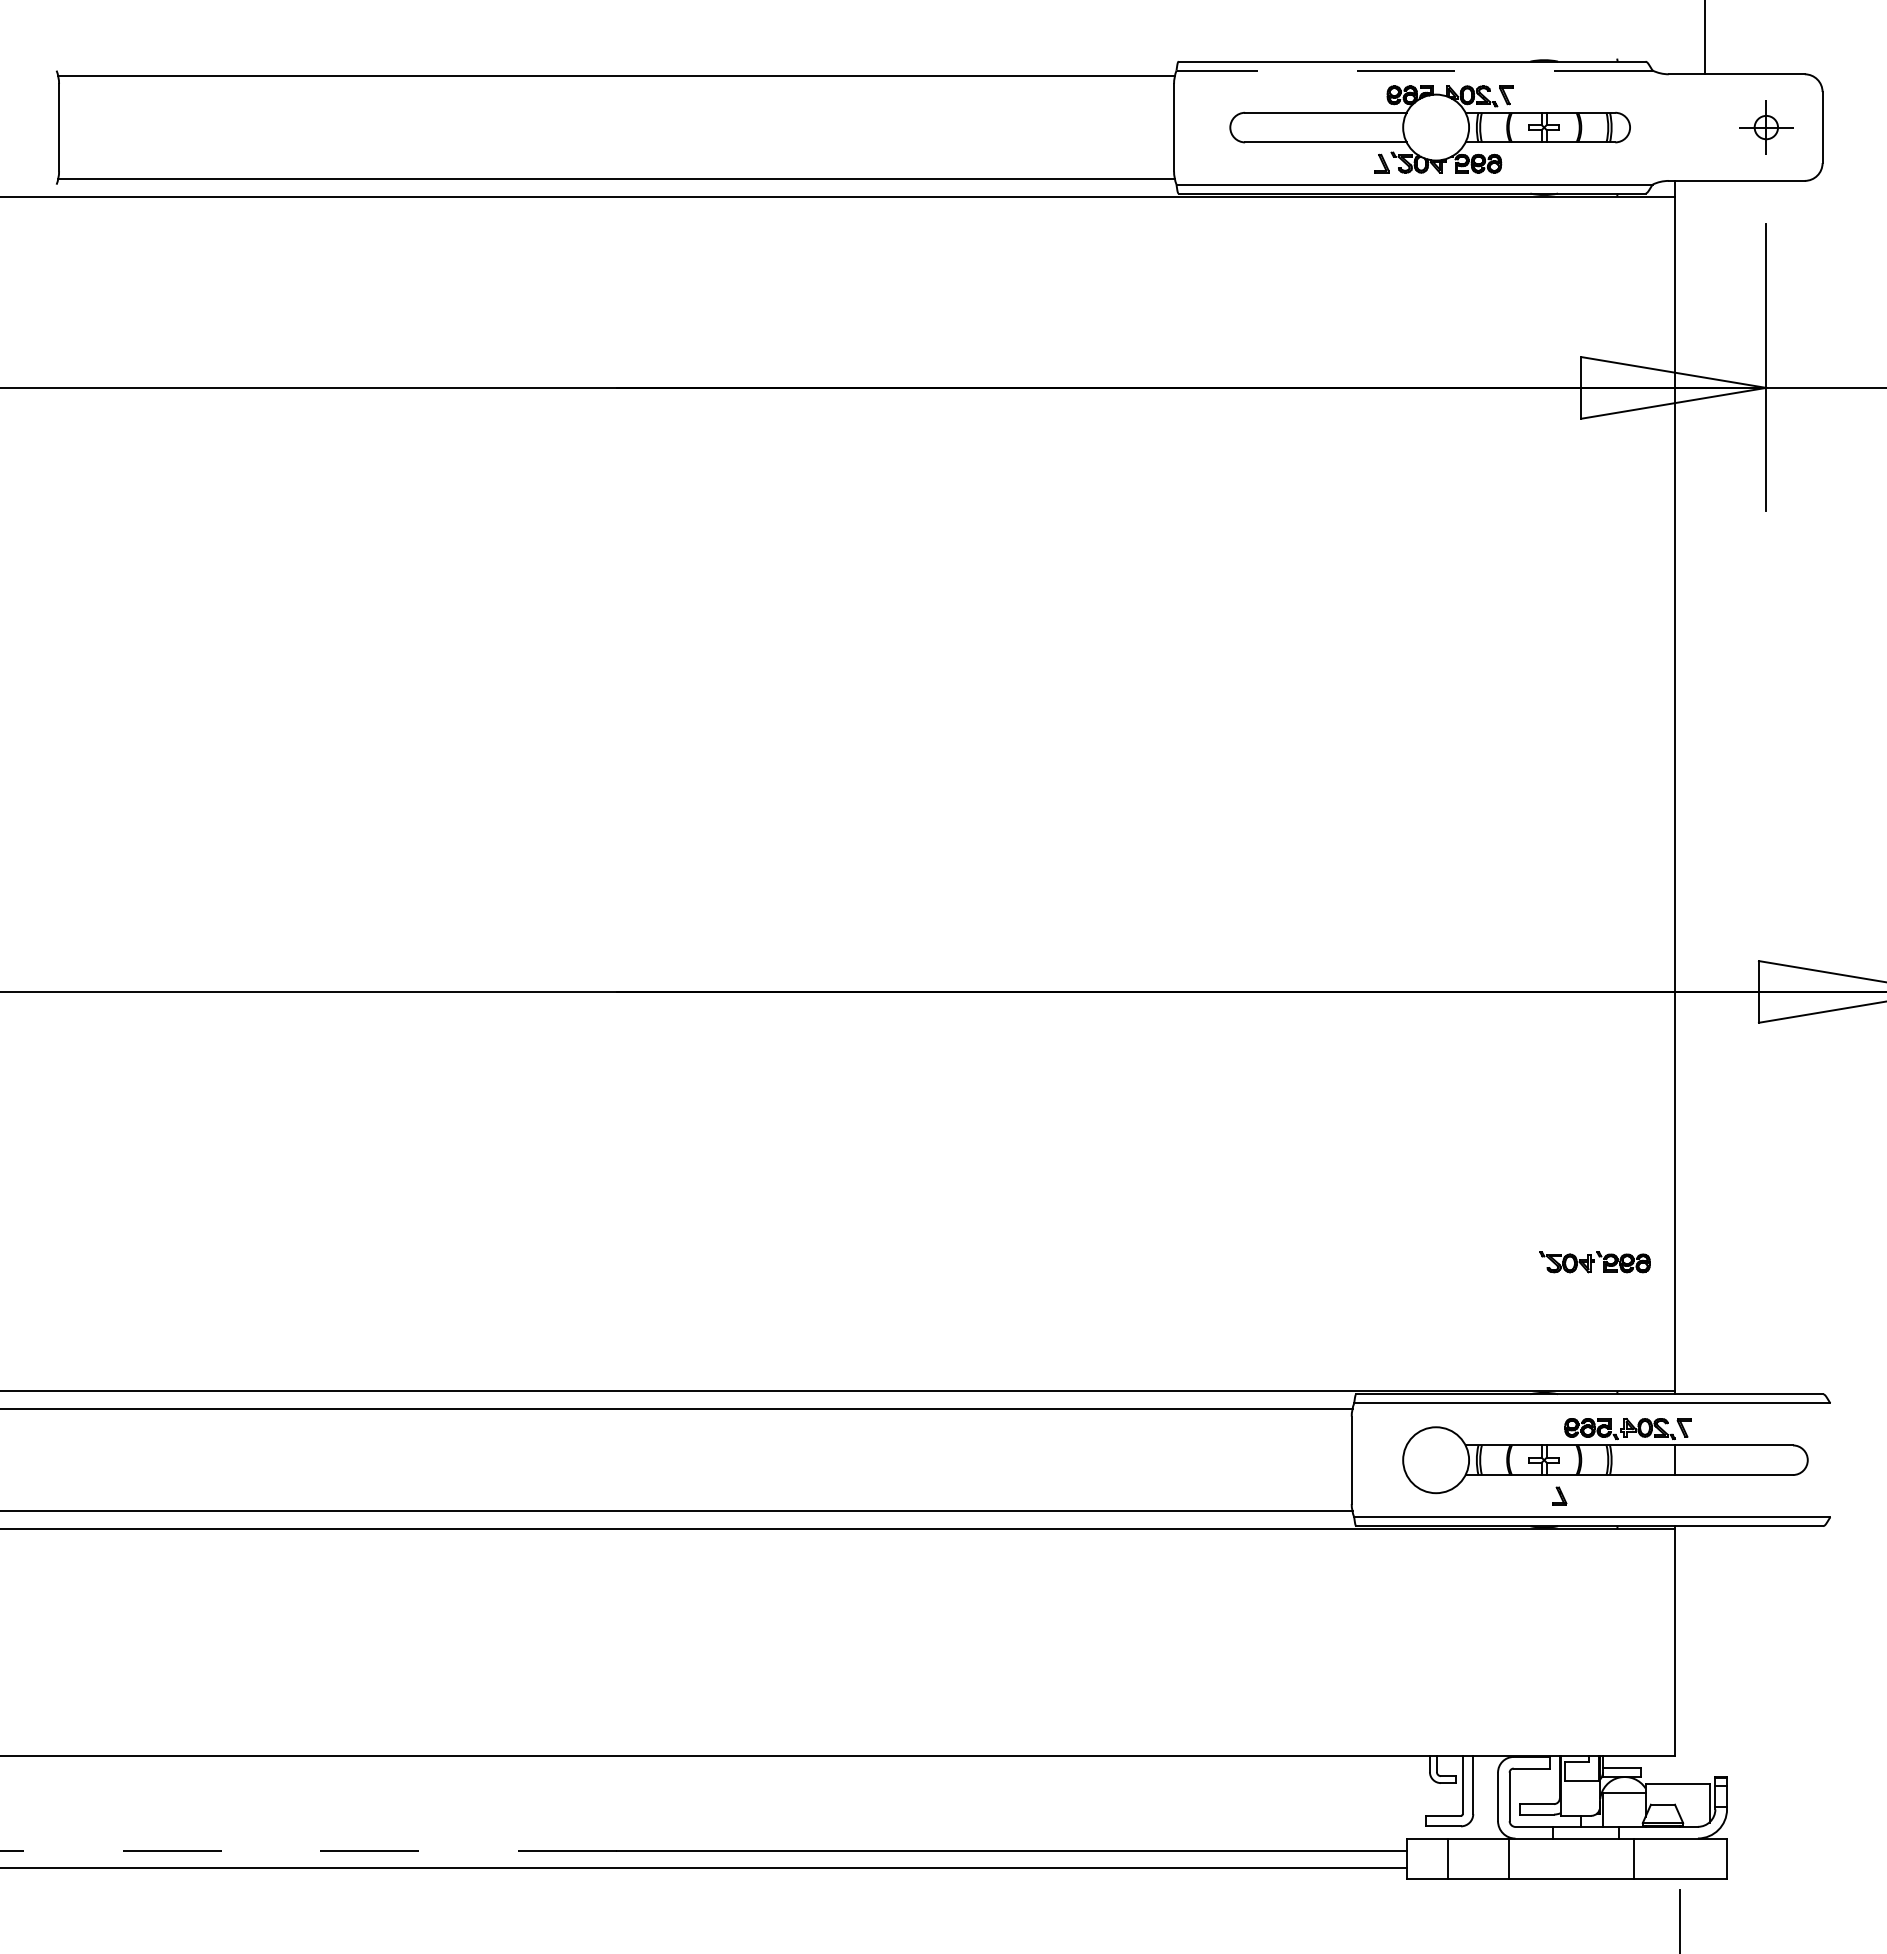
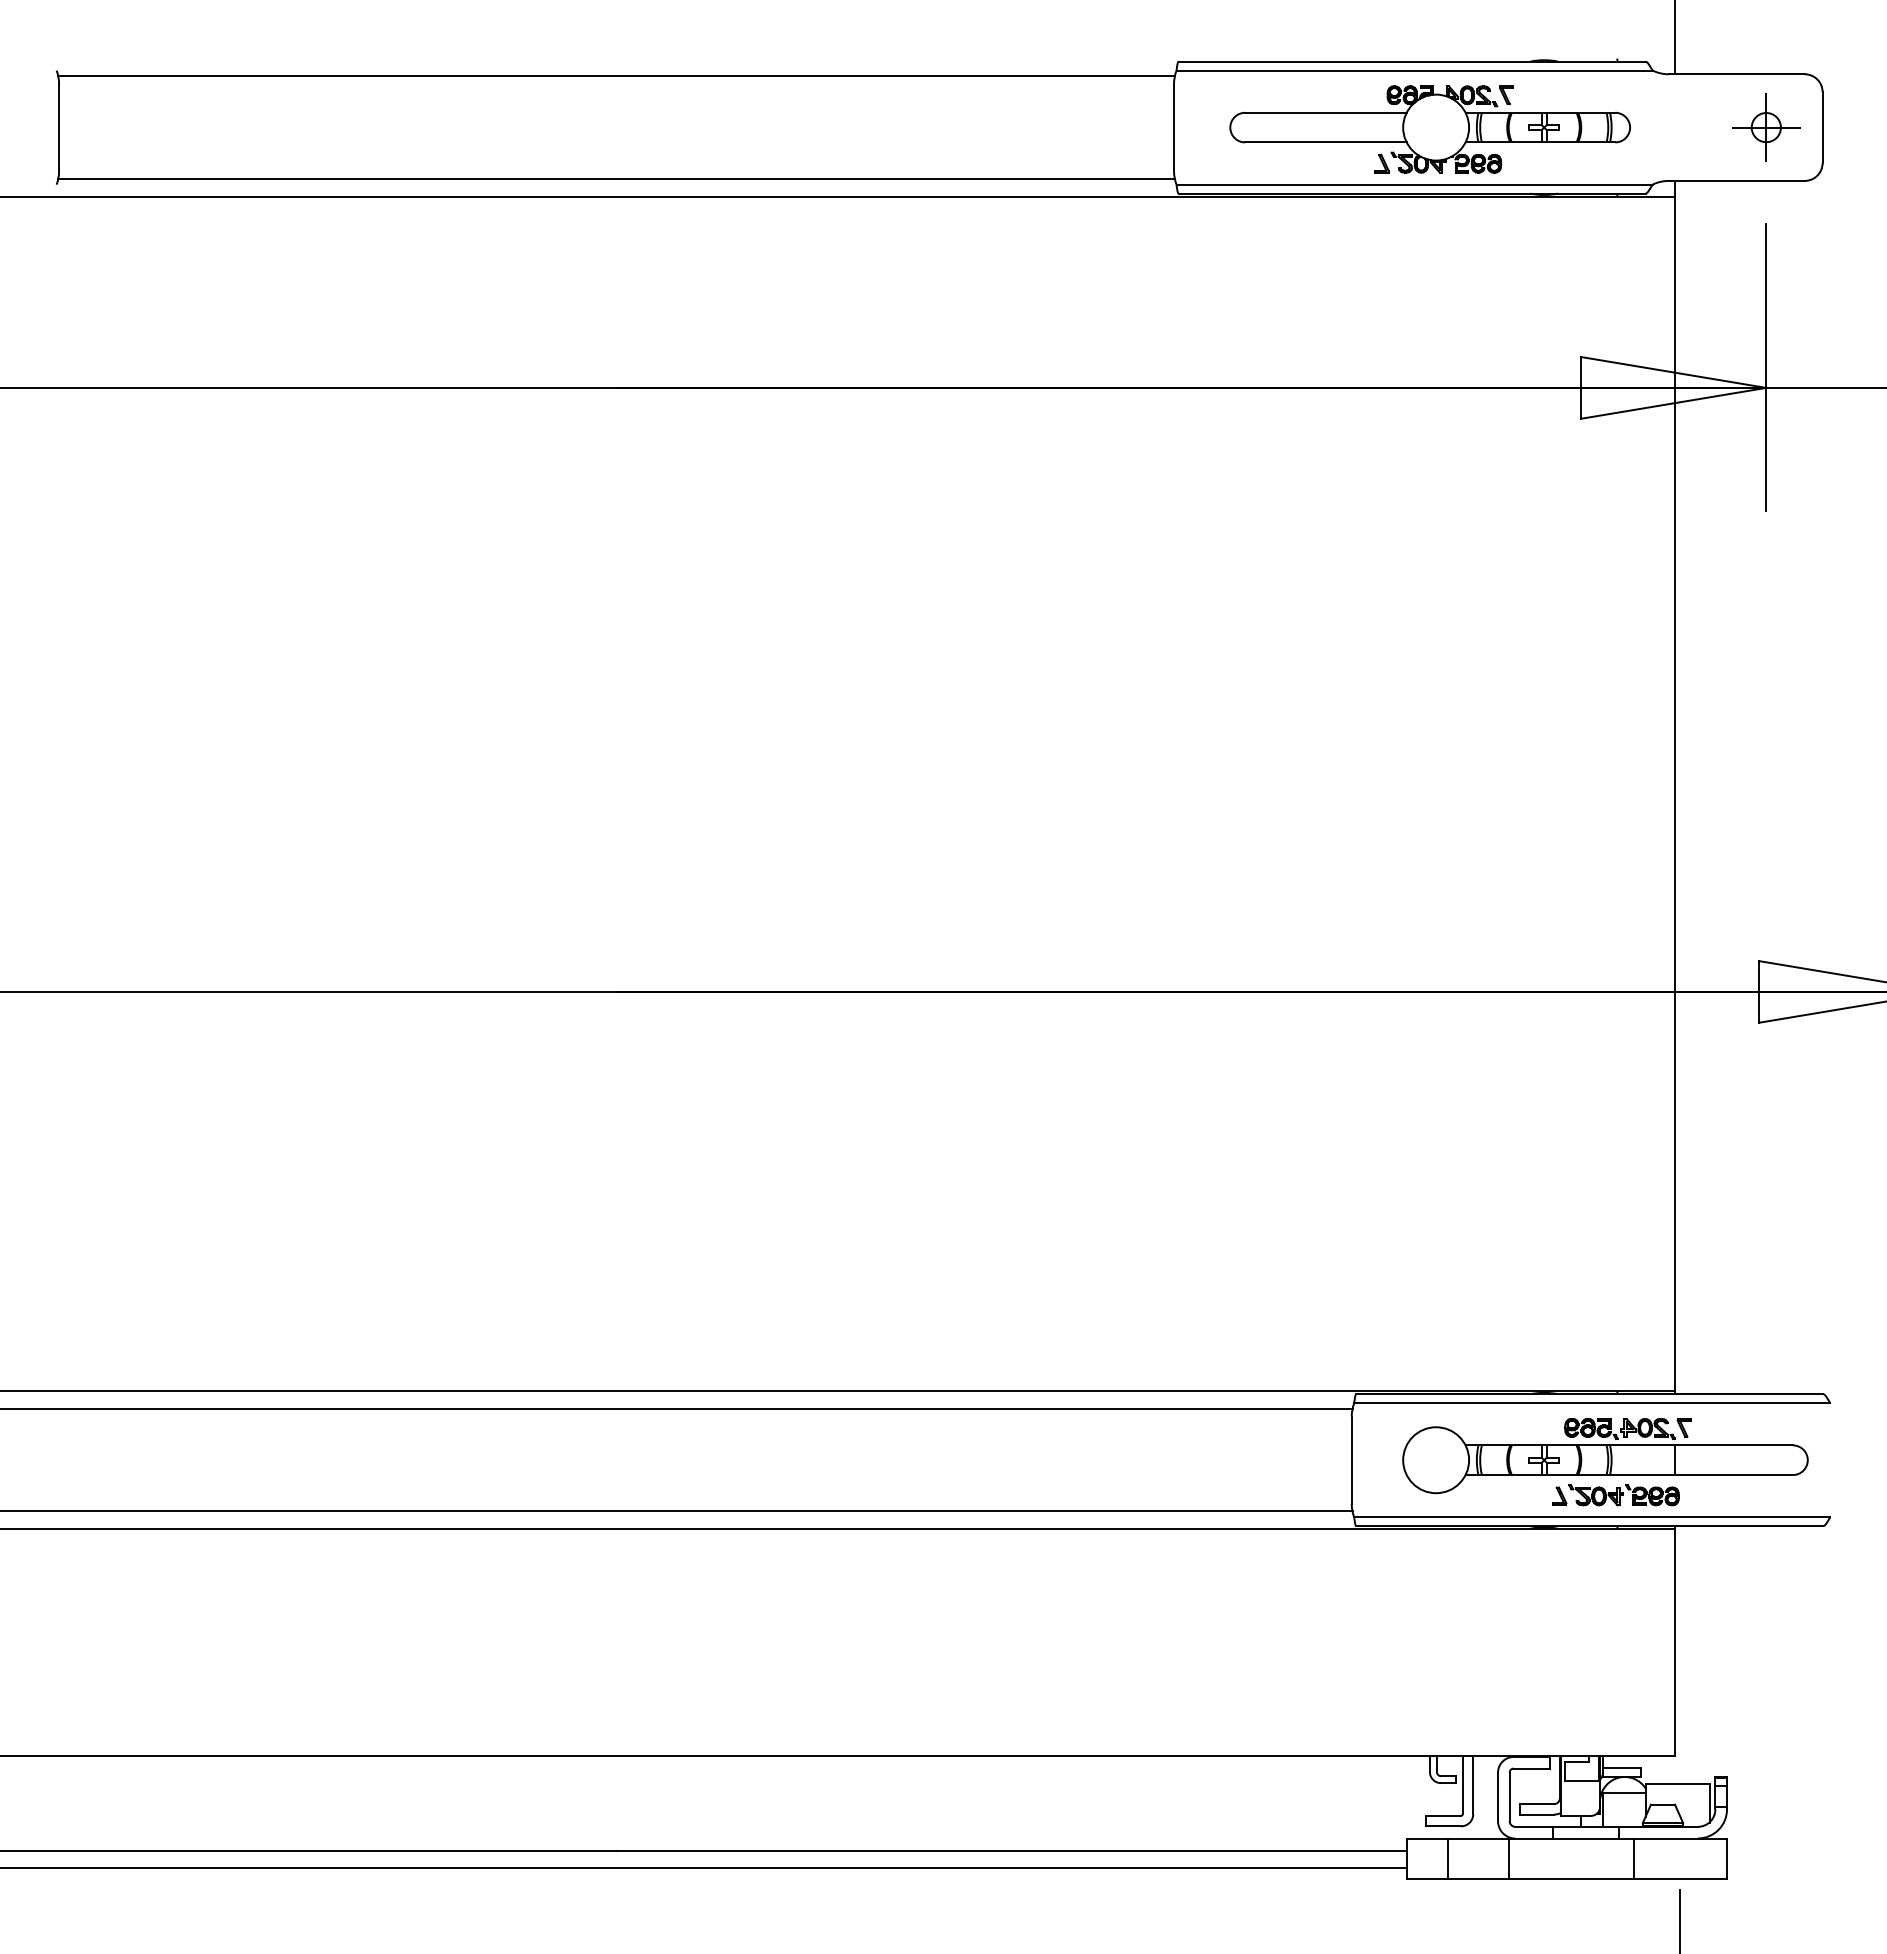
line at (1704, 38) position: (1704, 38) -> (1674, 38)
line at (1414, 70): dashed -> solid
part at (1766, 127) size: 55x55 px -> 69x69 px
part at (1594, 1262) position: (1594, 1262) -> (1623, 1495)
line at (308, 1850): dashed -> solid
